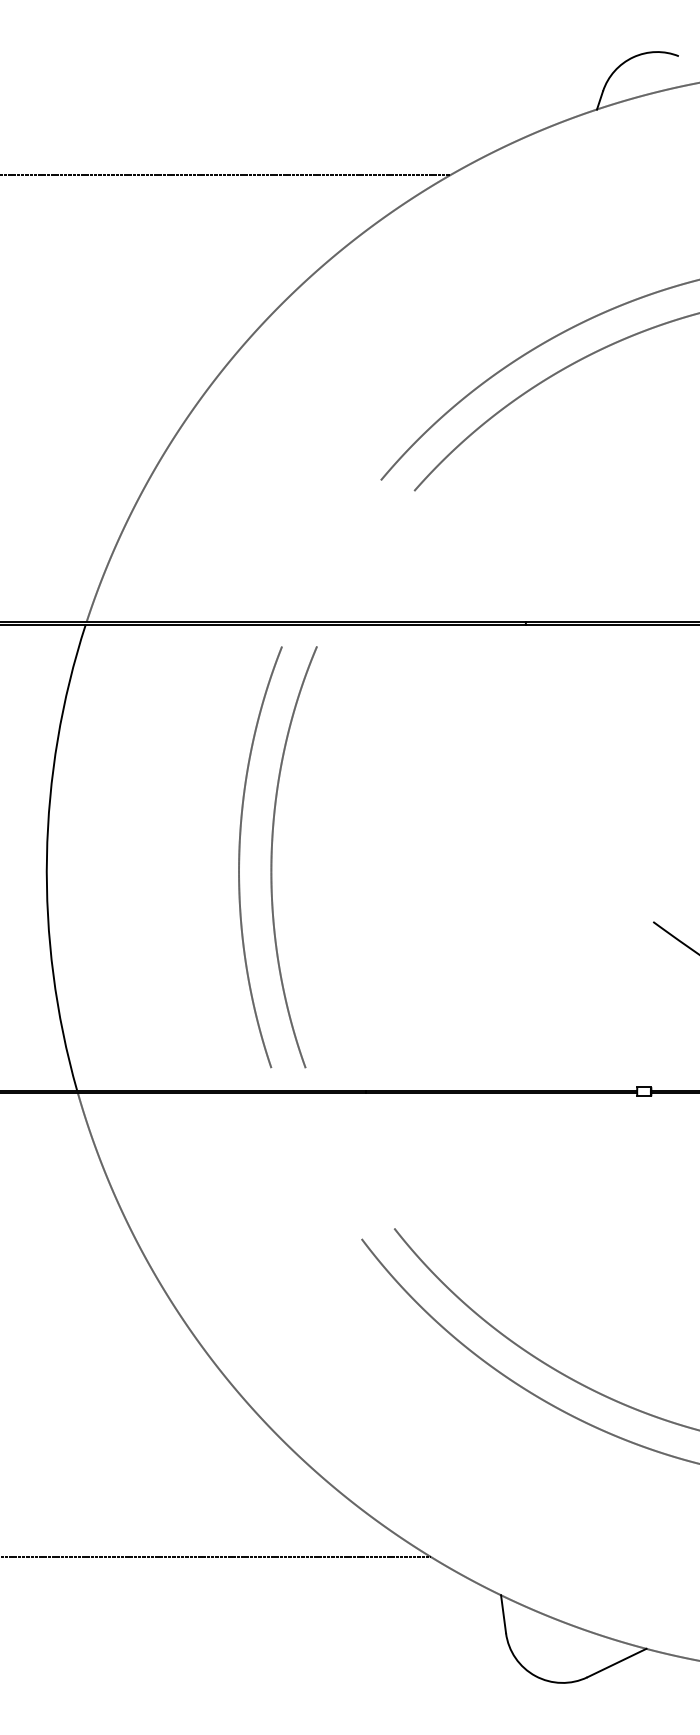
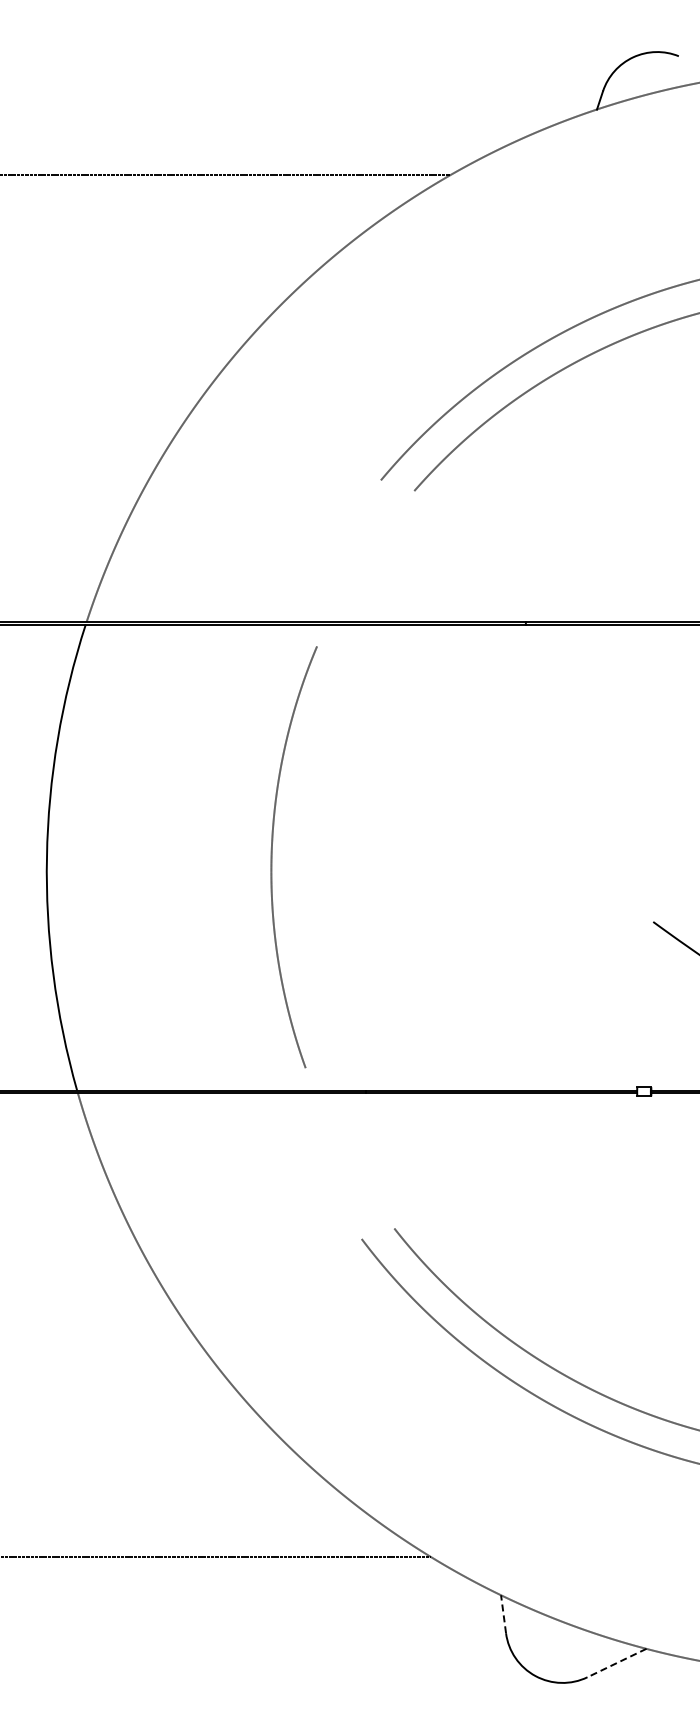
arc at (240, 857): present -> none
line at (503, 1613): solid -> dashed
line at (617, 1663): solid -> dashed
